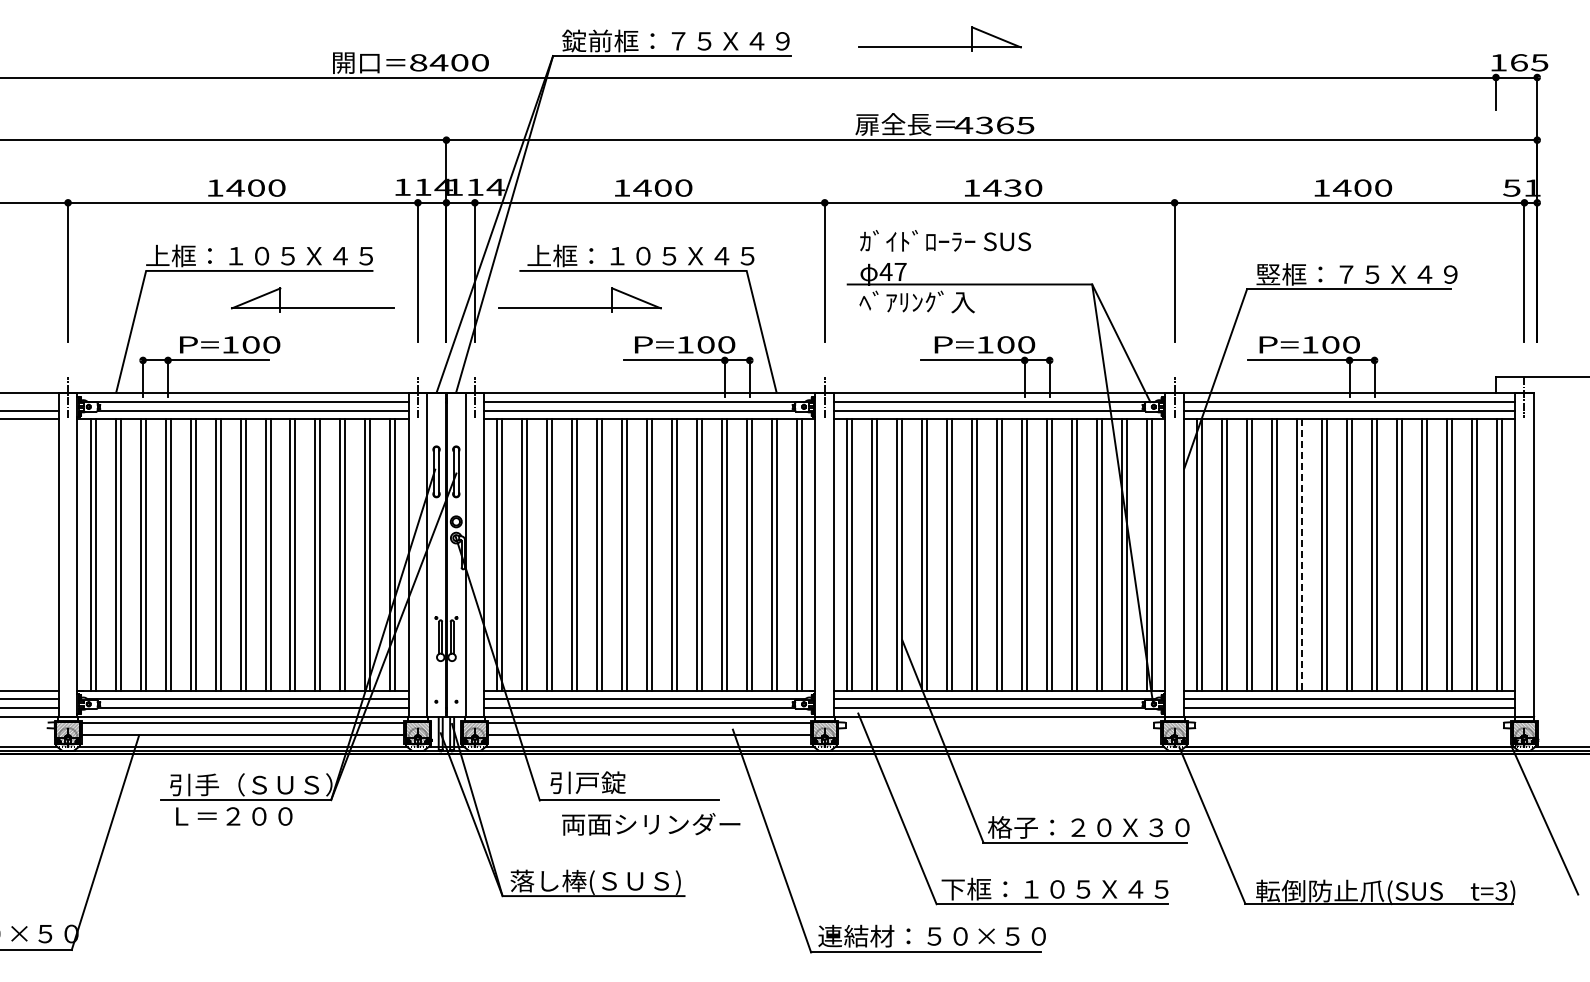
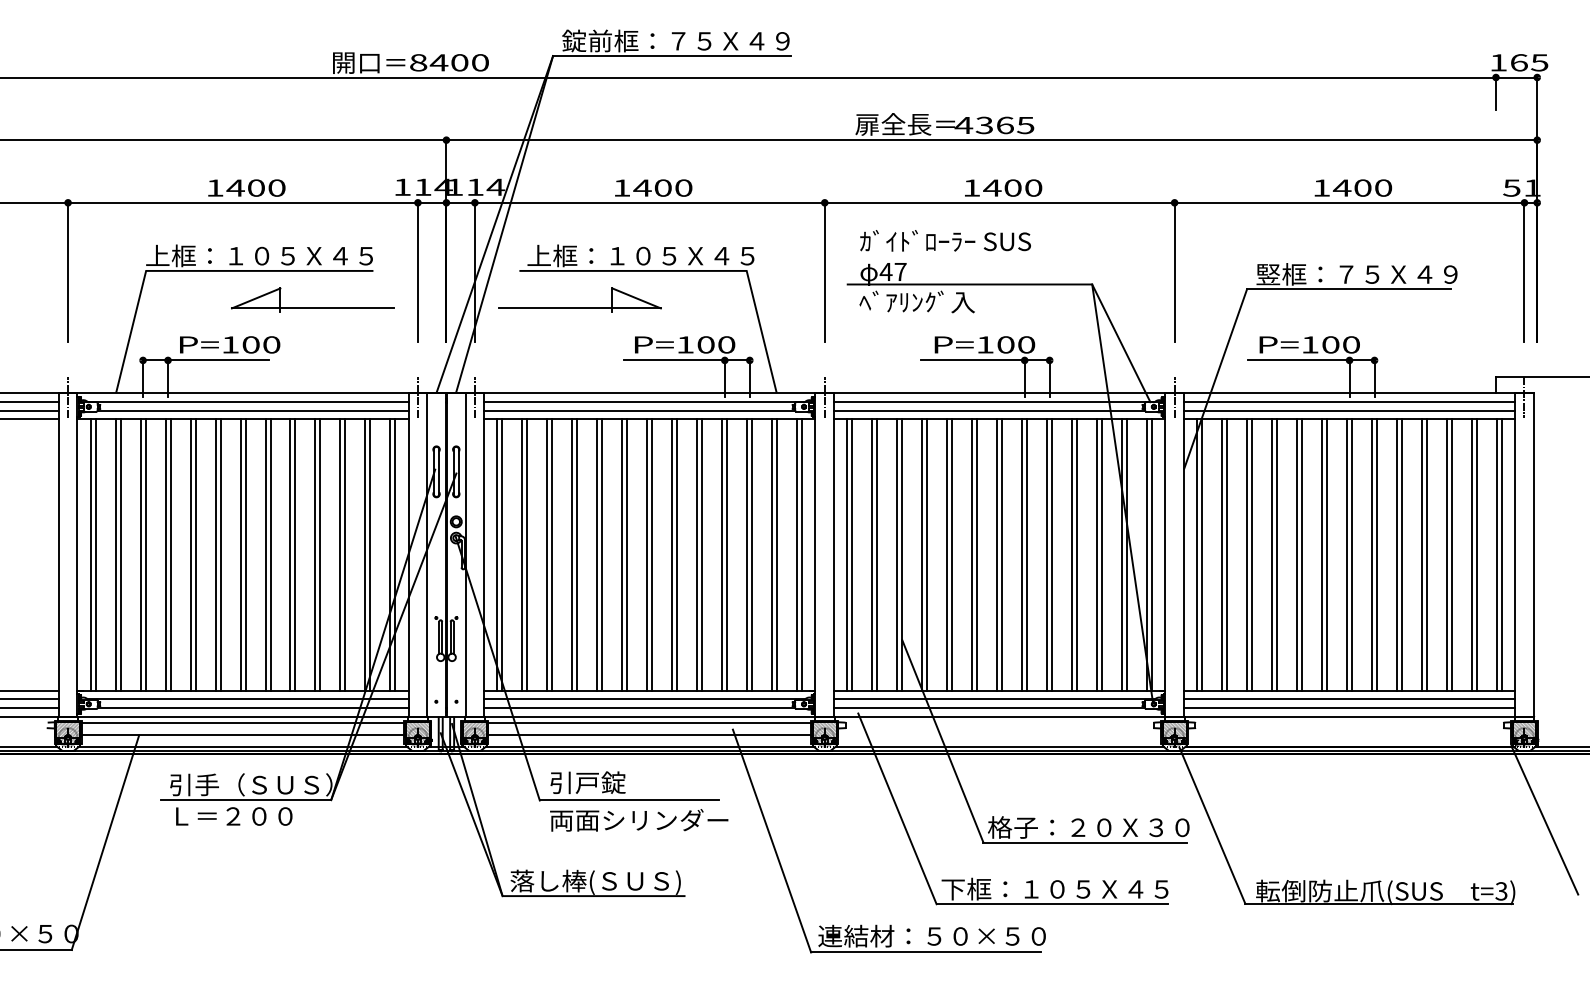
part at (939, 46): present -> none
text at (1012, 187): 1430 -> 1400
line at (30, 401): none -> present
line at (1302, 554): dashed -> solid
text at (651, 824) position: (651, 824) -> (639, 820)
